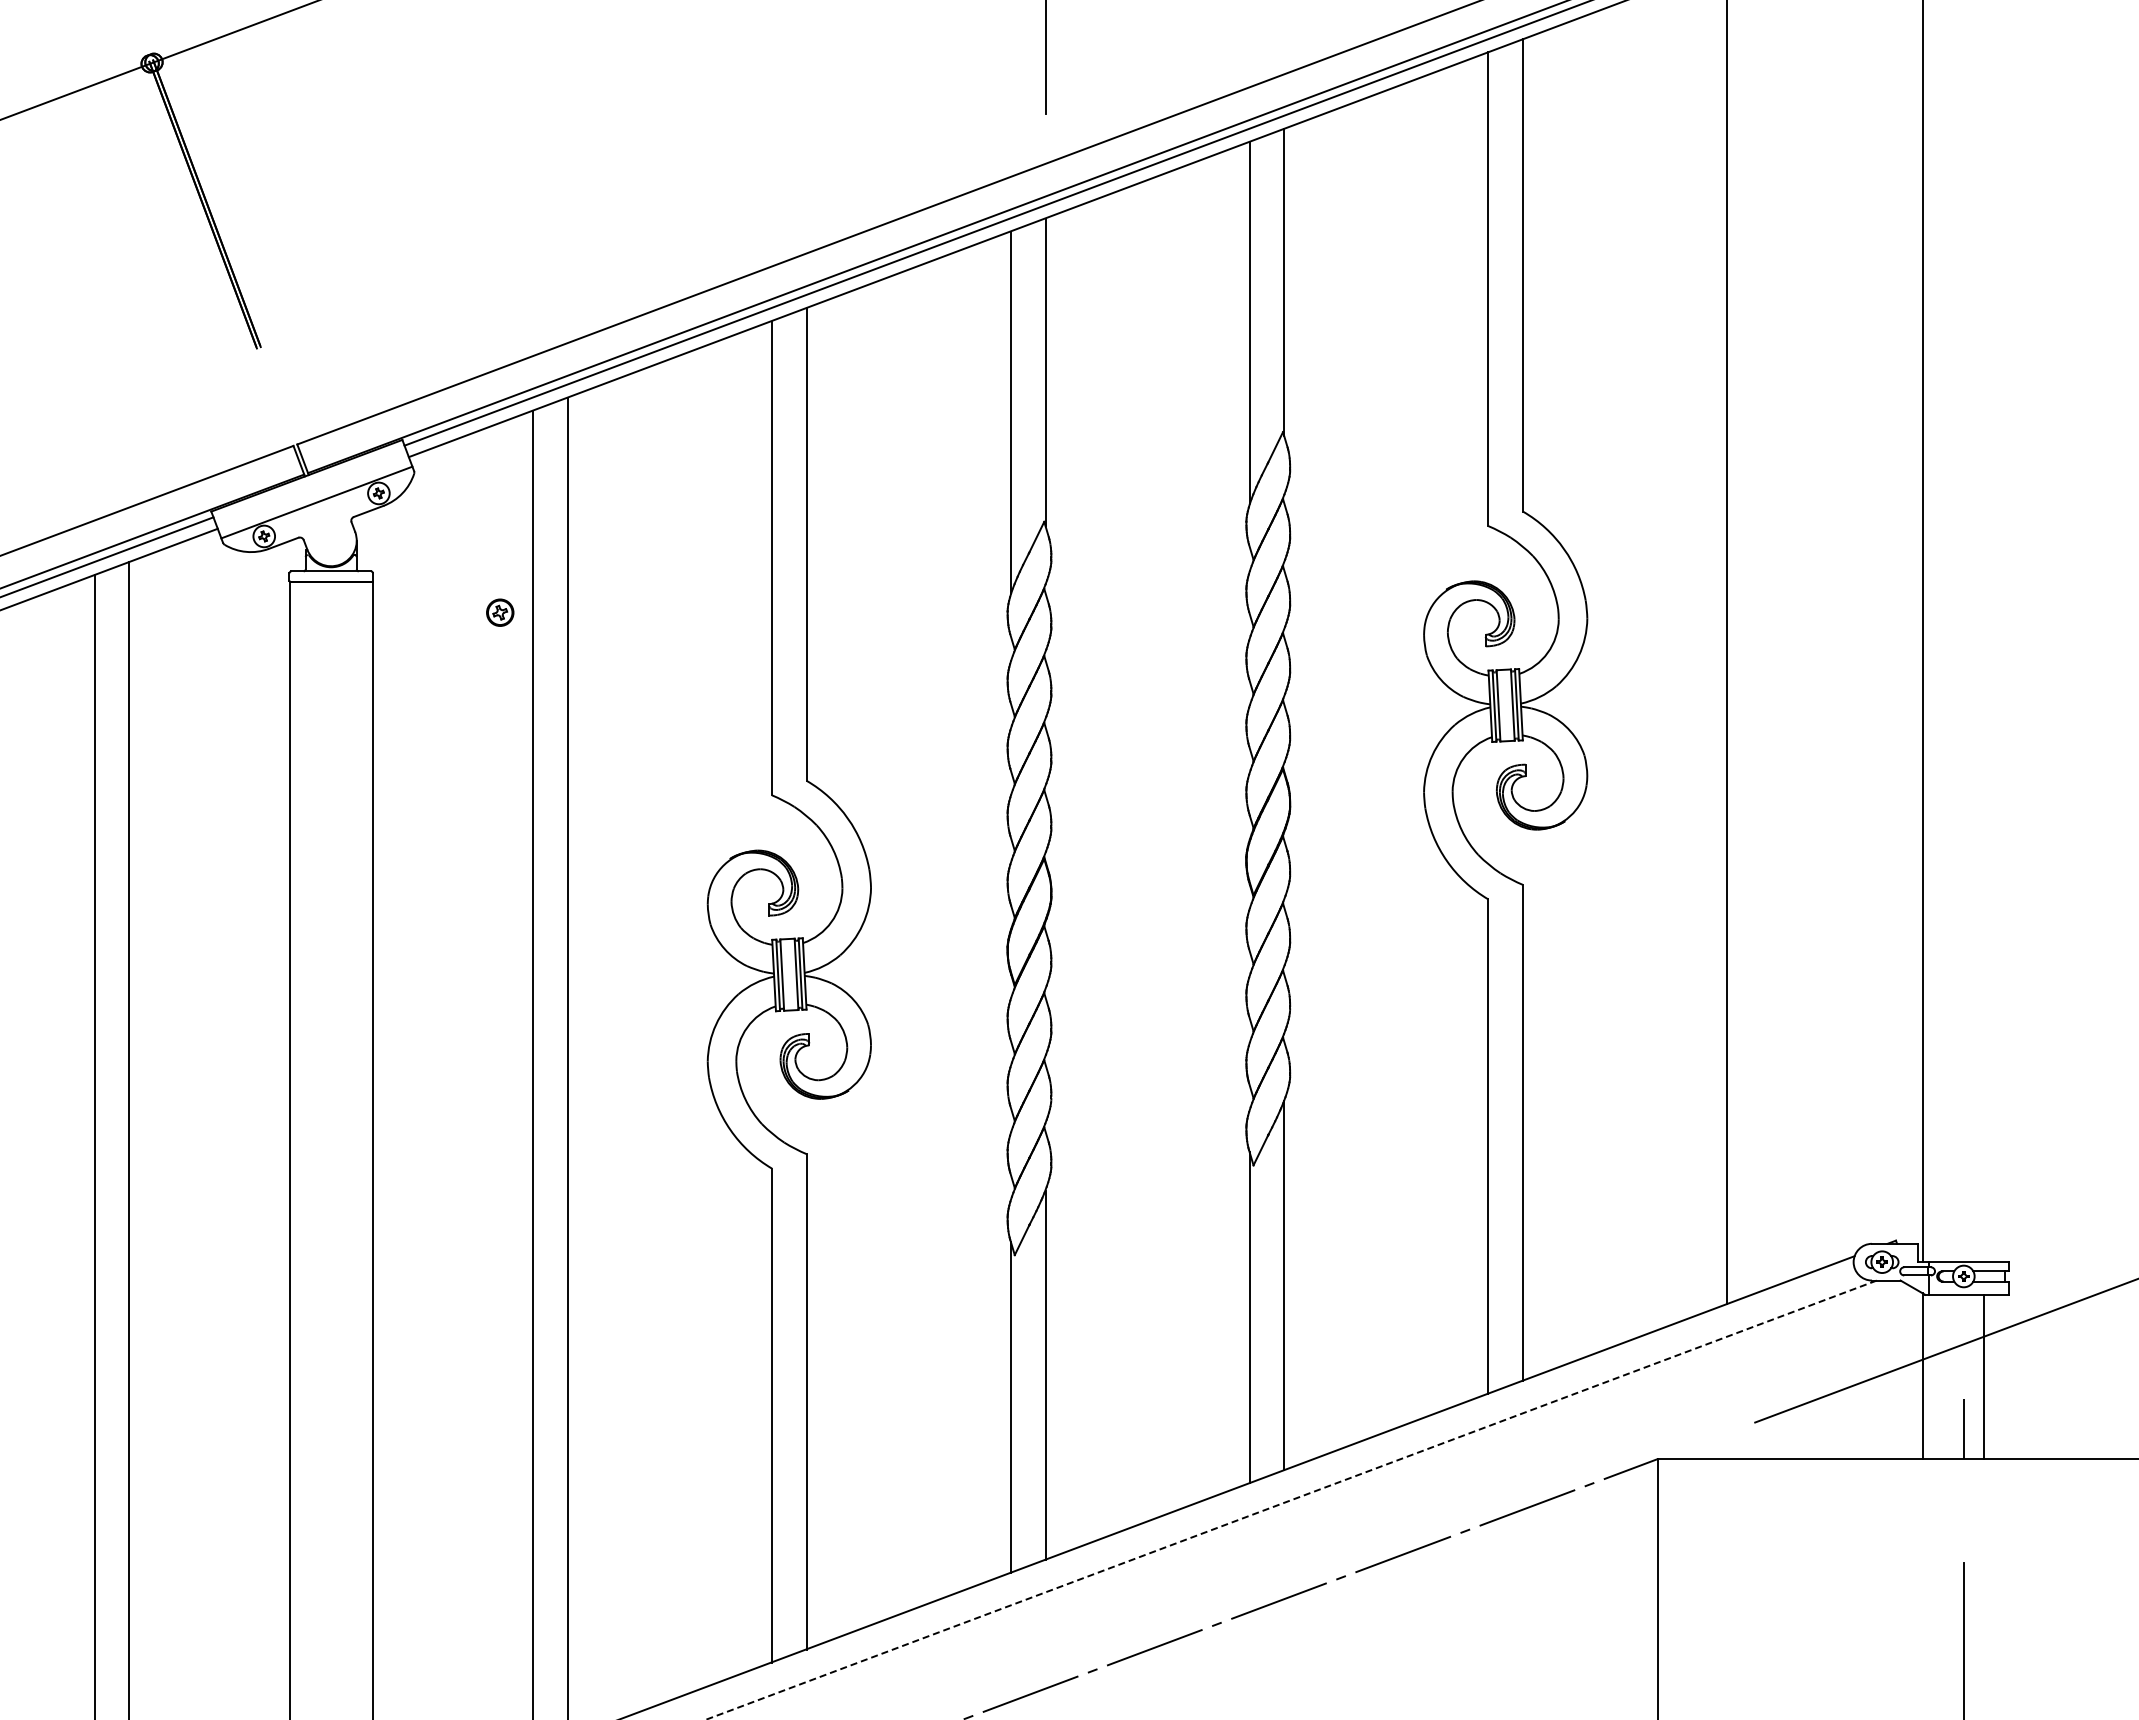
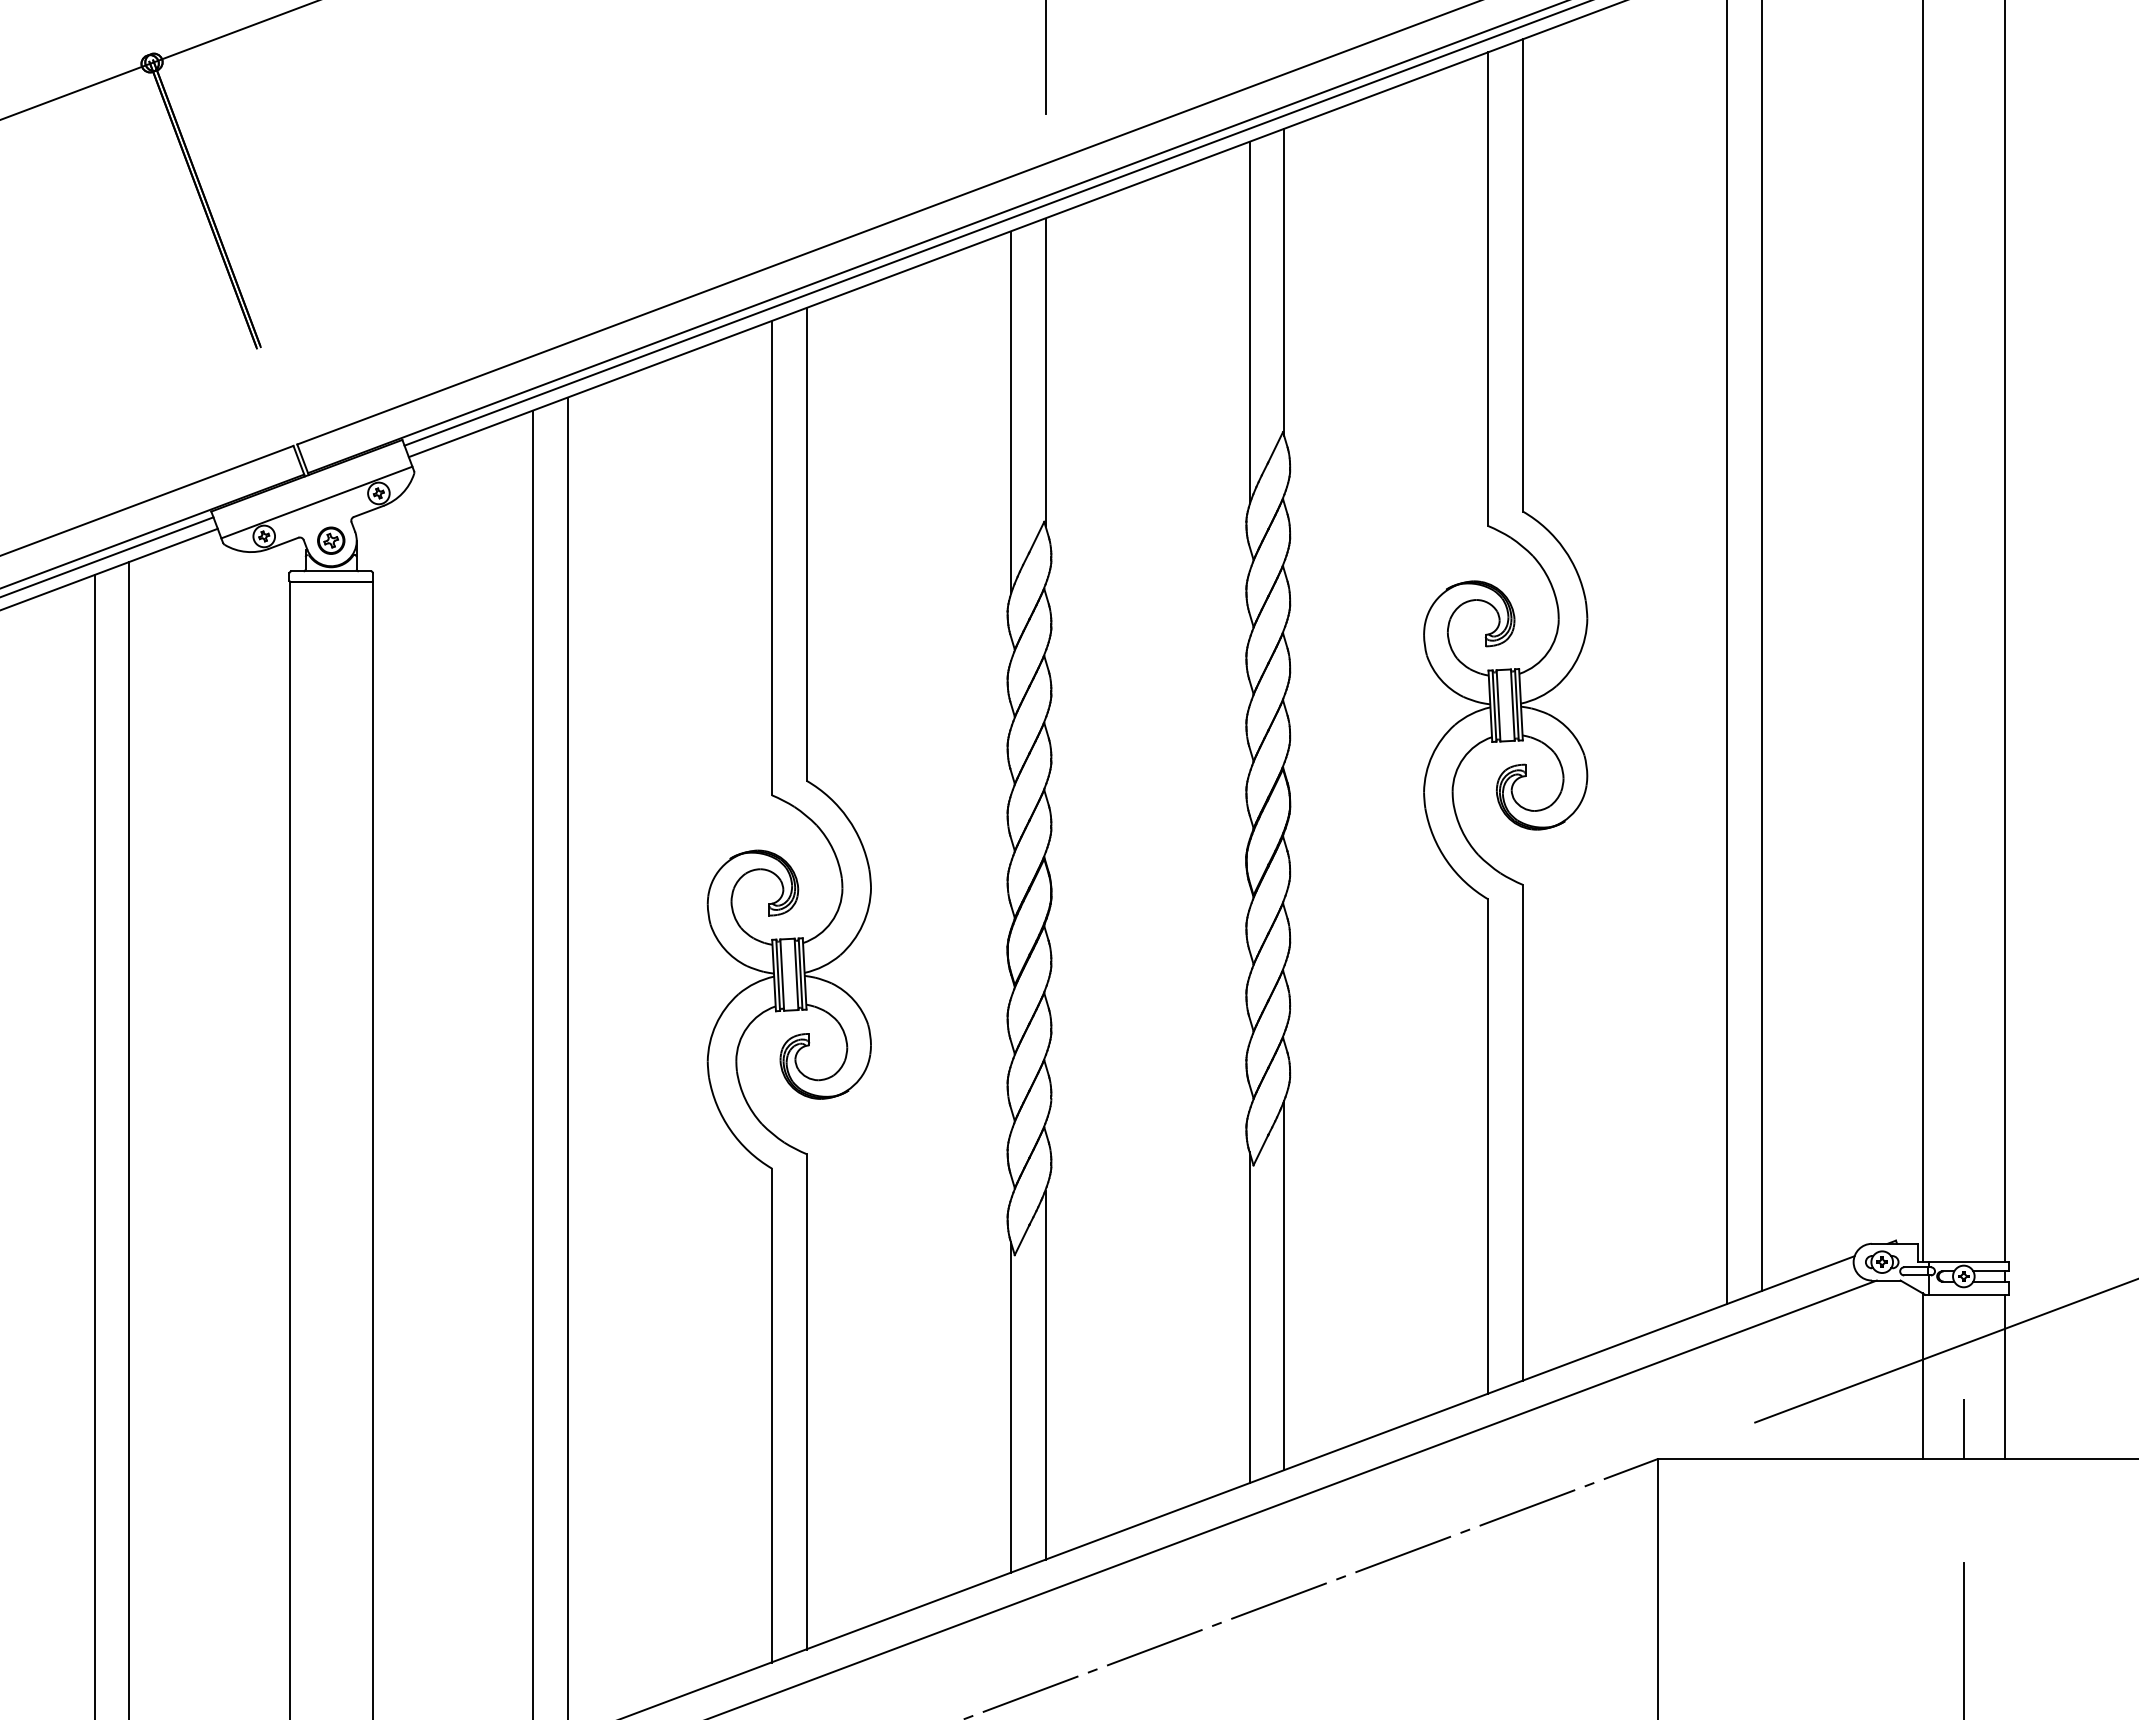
part at (500, 612) position: (500, 612) -> (331, 540)
line at (2005, 632): none -> present
line at (1761, 646): none -> present
line at (1984, 1376) position: (1984, 1376) -> (2005, 1376)
line at (1291, 1500): dashed -> solid
